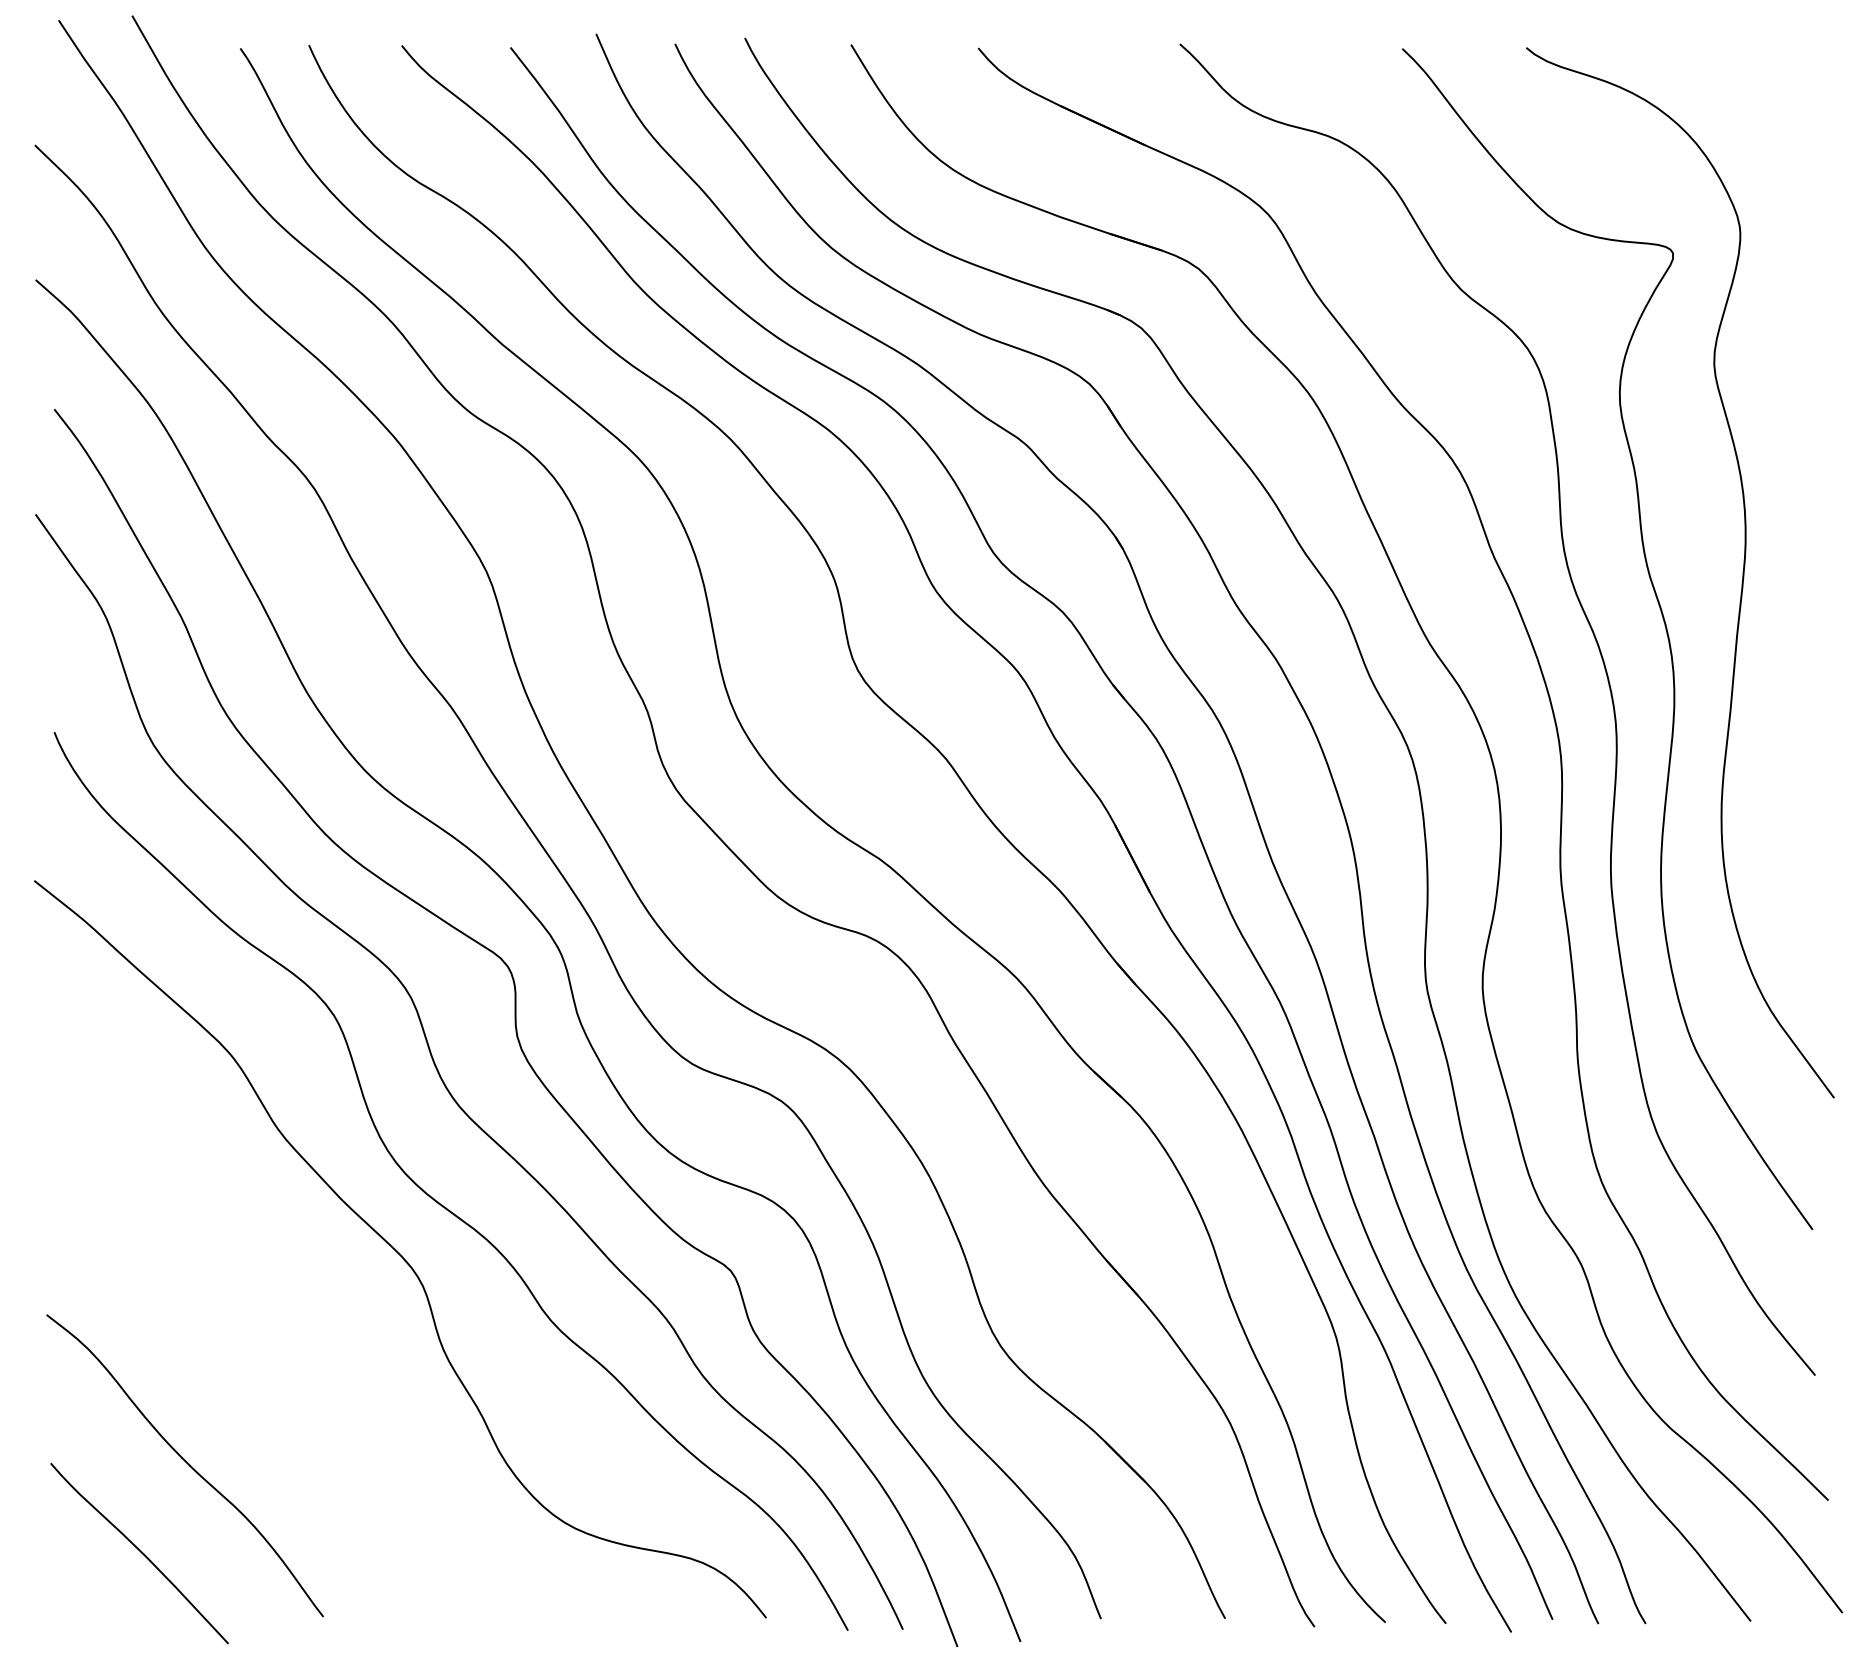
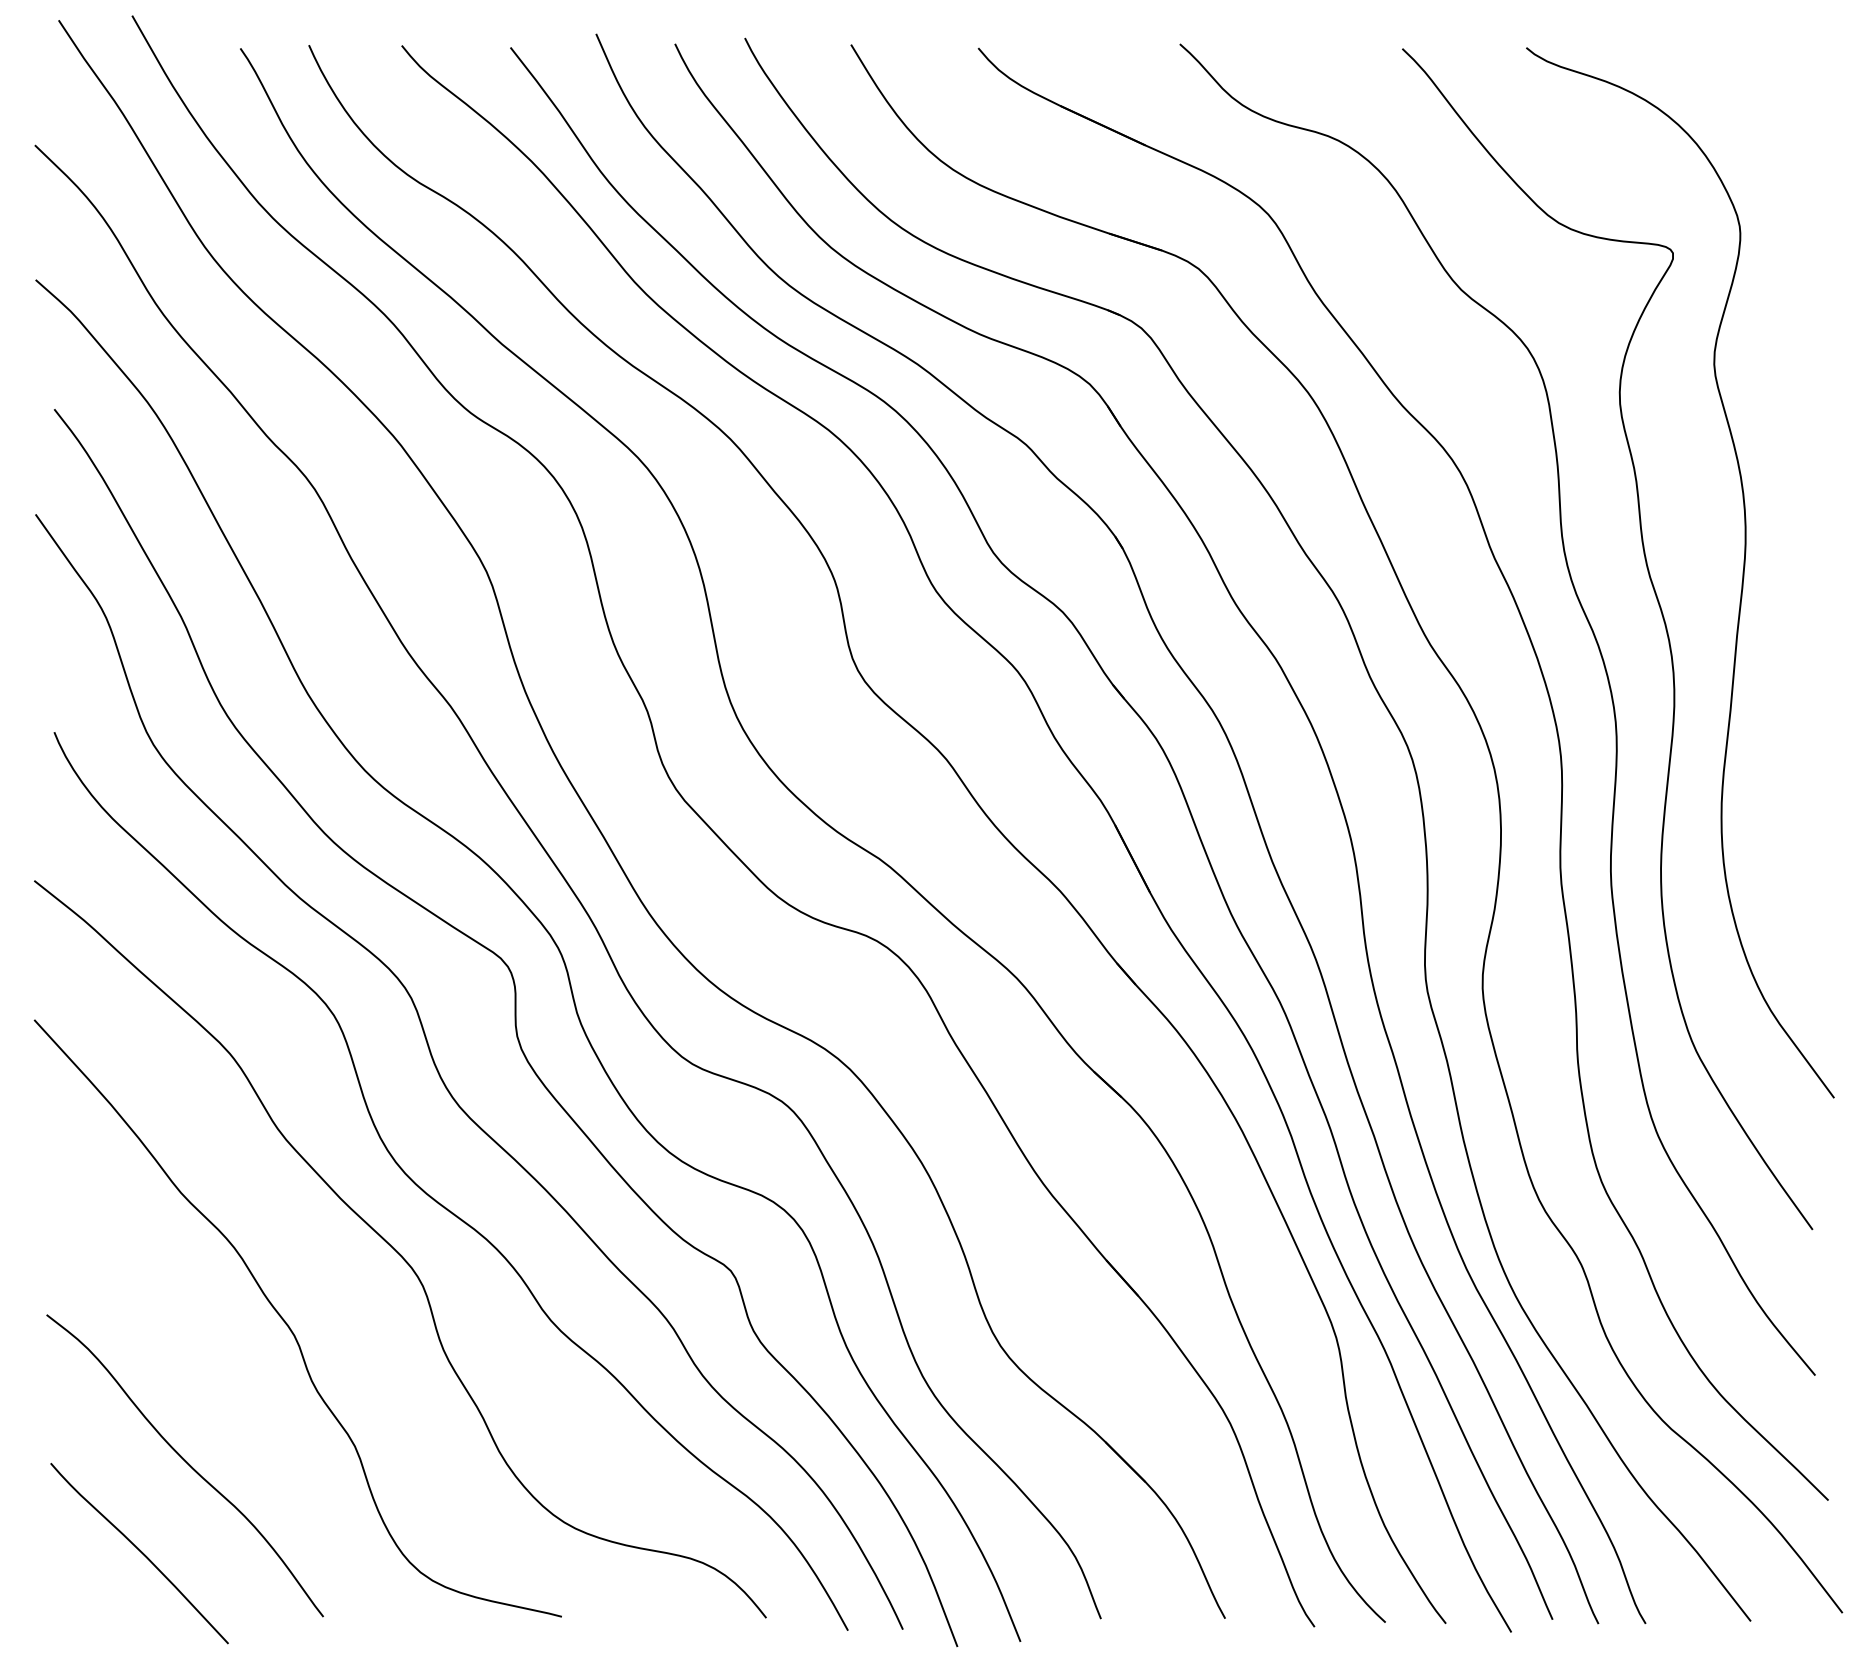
curve at (288, 1324): none -> present
